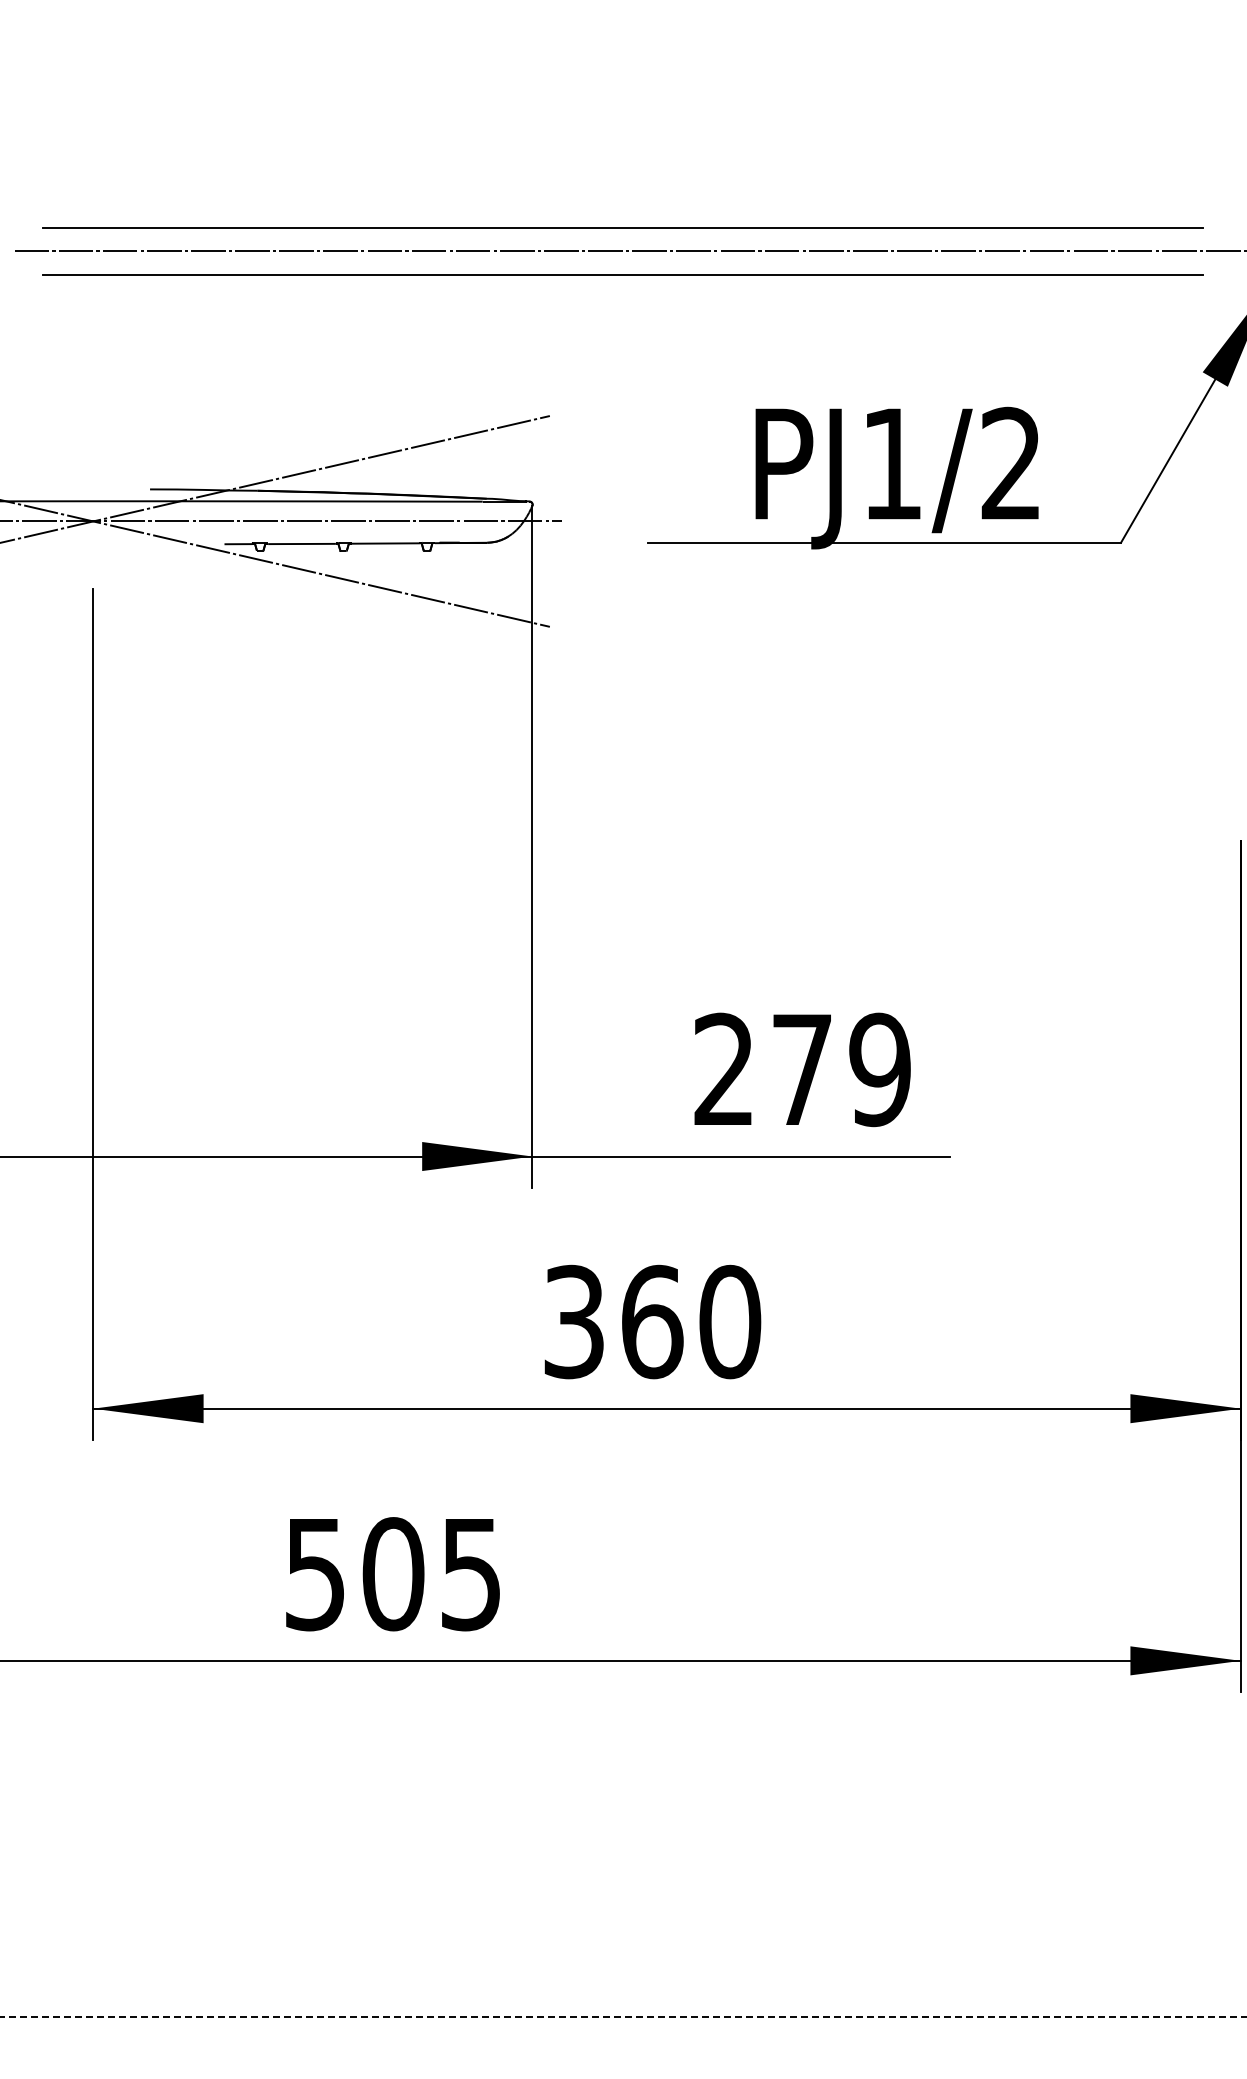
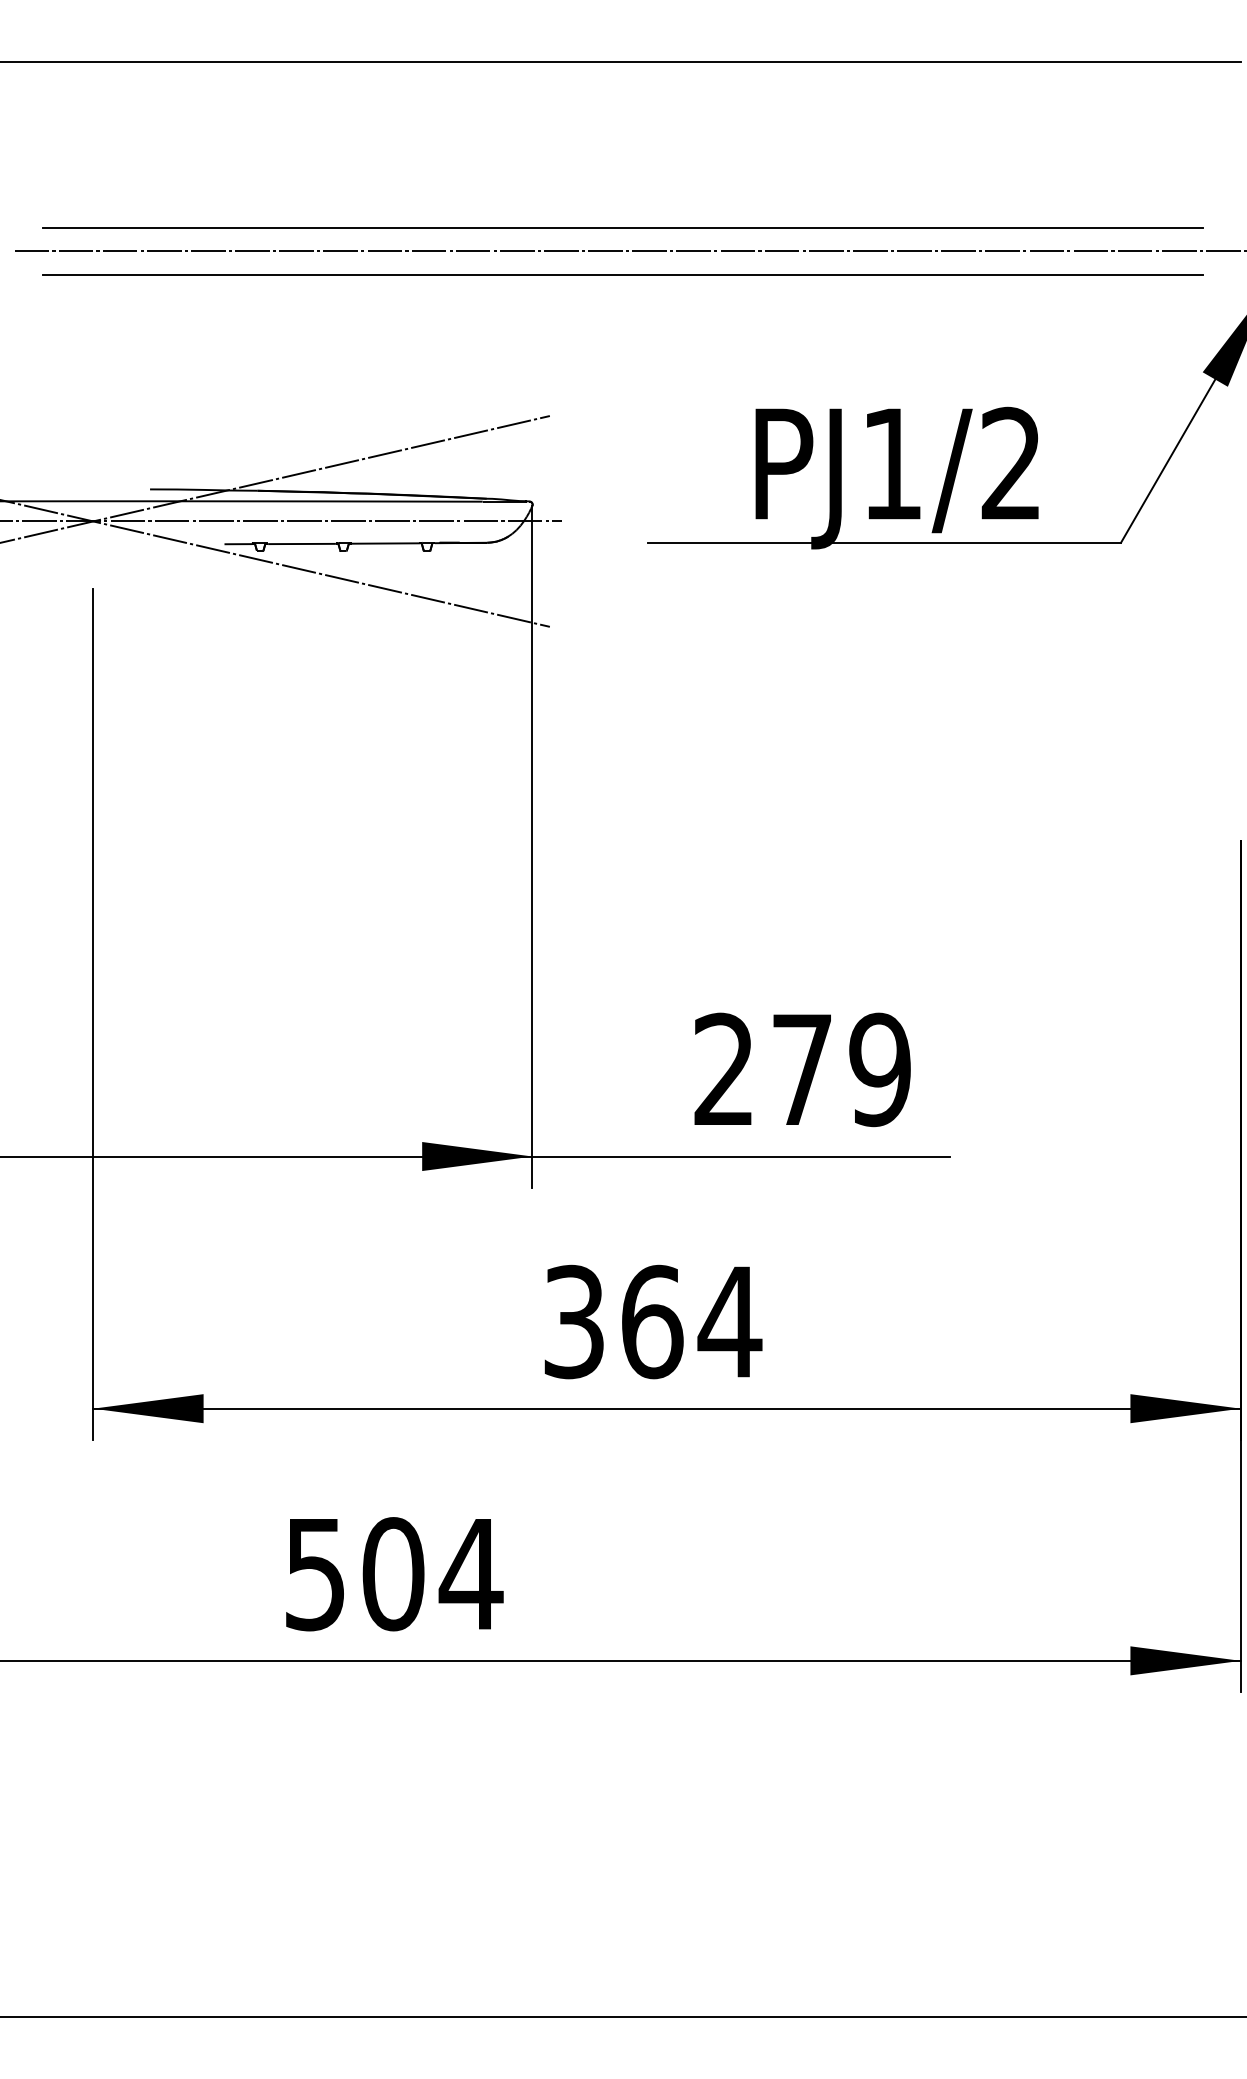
line at (621, 62): none -> present
text at (729, 1321): 360 -> 364
text at (470, 1575): 505 -> 504
line at (623, 2016): dashed -> solid
